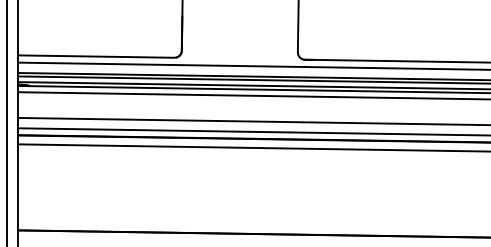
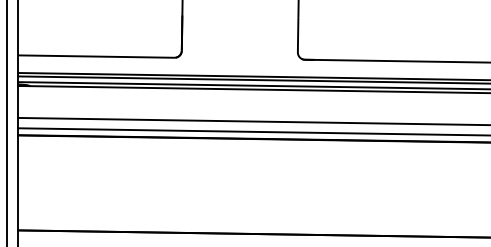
line at (252, 65): present -> none
line at (252, 95): present -> none
line at (252, 147): present -> none
